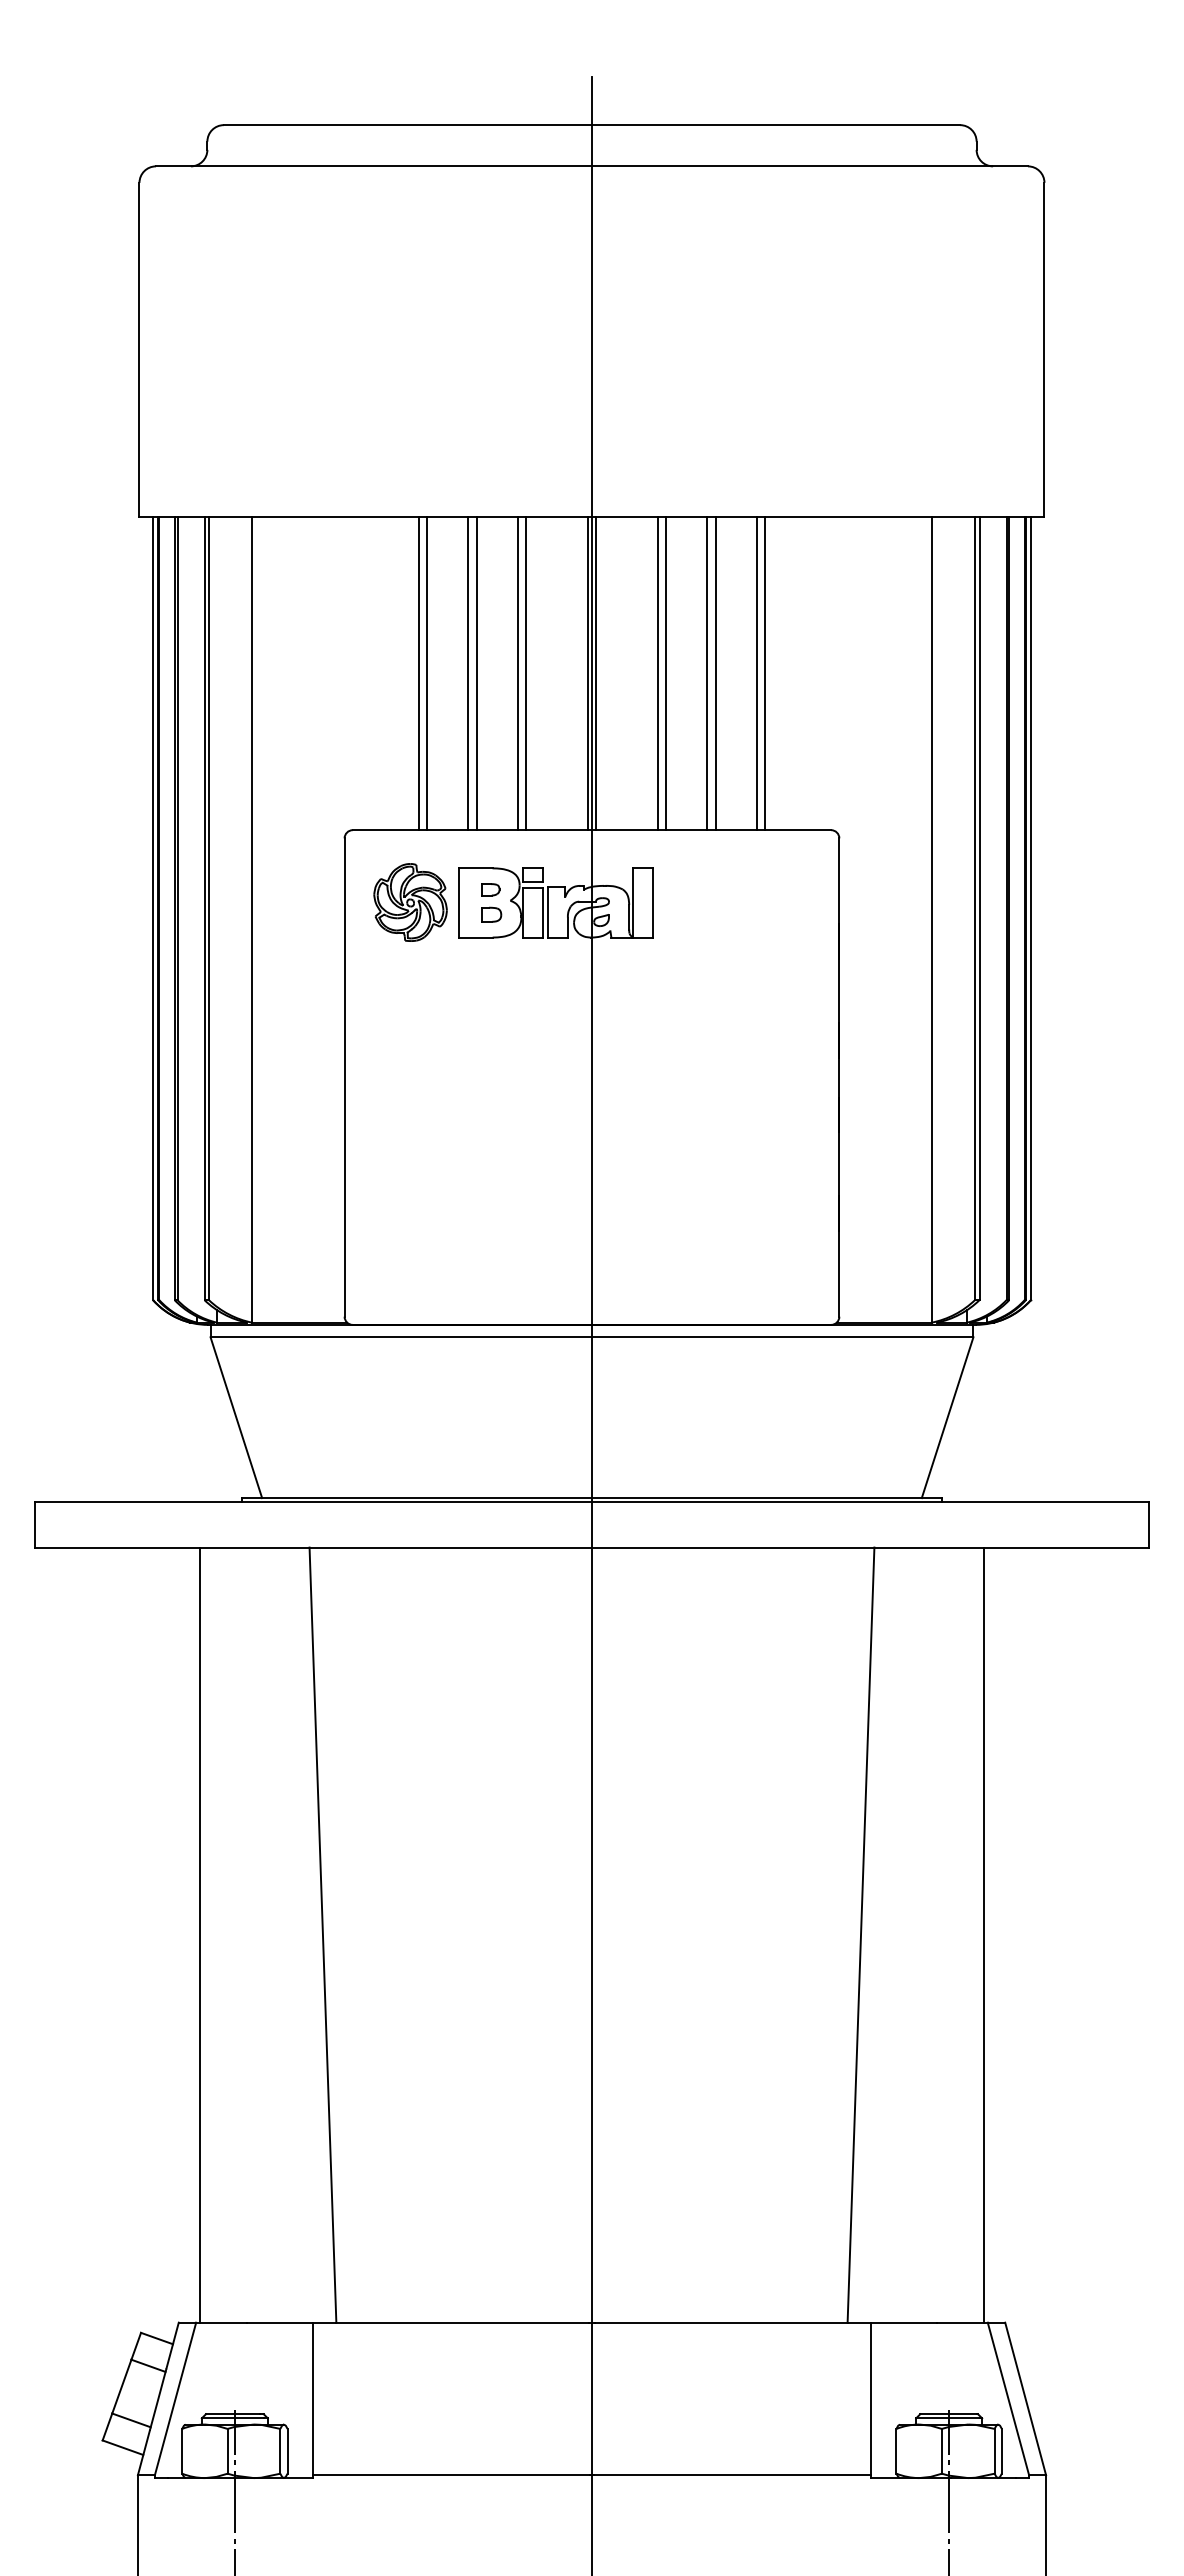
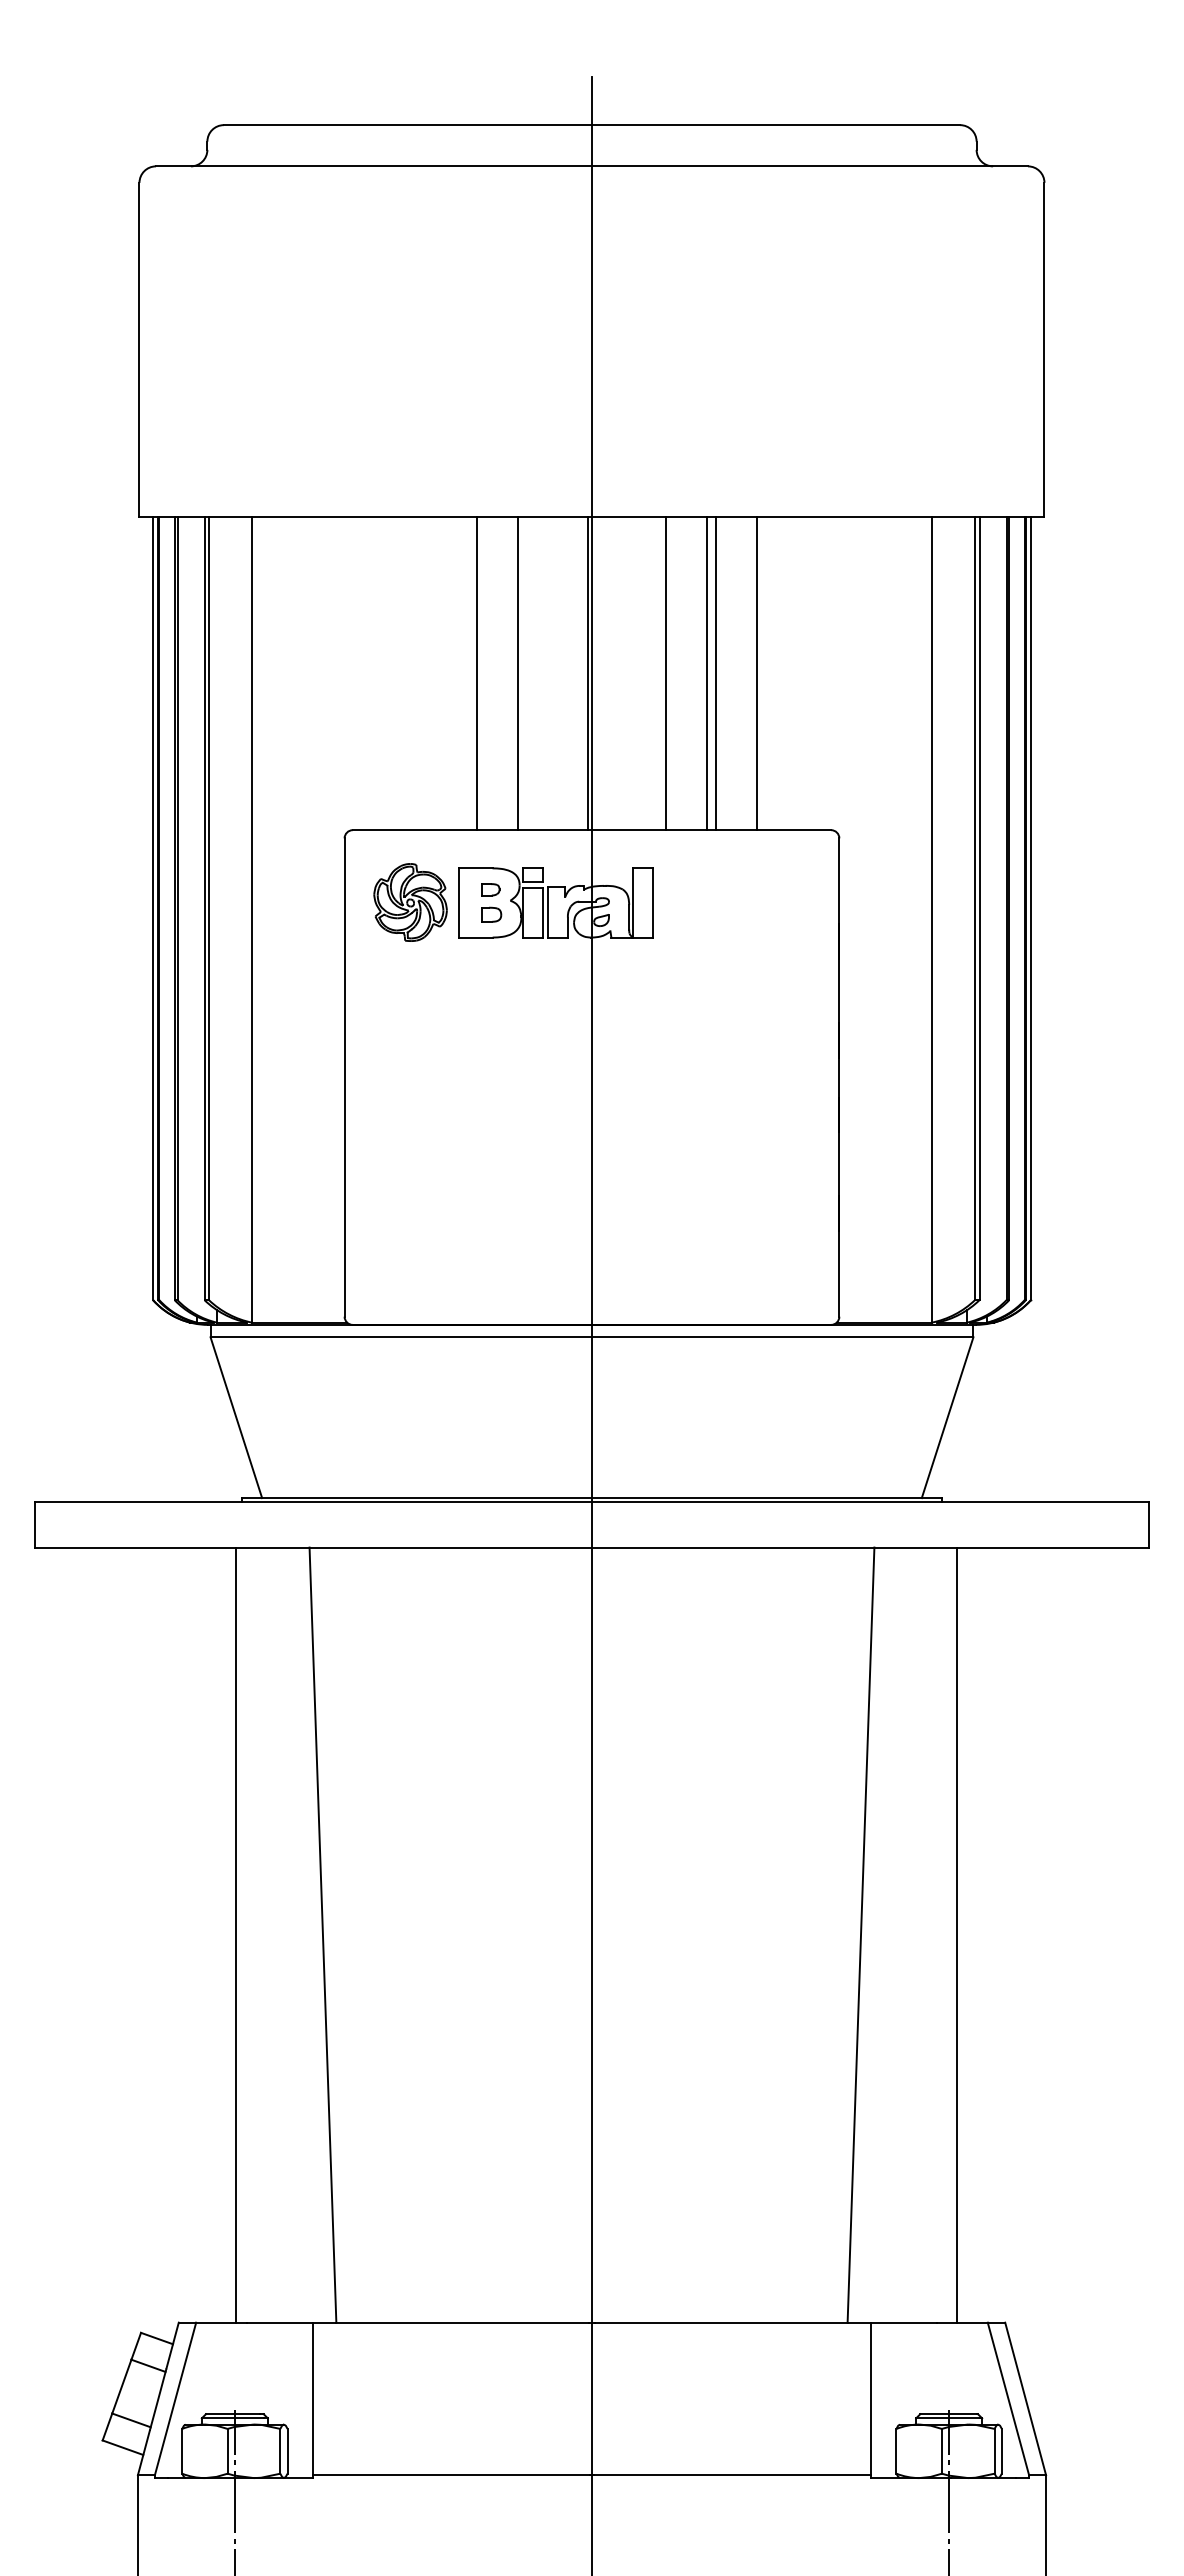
line at (418, 673): present -> none
line at (427, 673): present -> none
line at (468, 673): present -> none
line at (526, 673): present -> none
line at (596, 673): present -> none
line at (657, 673): present -> none
line at (765, 673): present -> none
line at (200, 1934) position: (200, 1934) -> (236, 1934)
line at (983, 1934) position: (983, 1934) -> (956, 1934)
